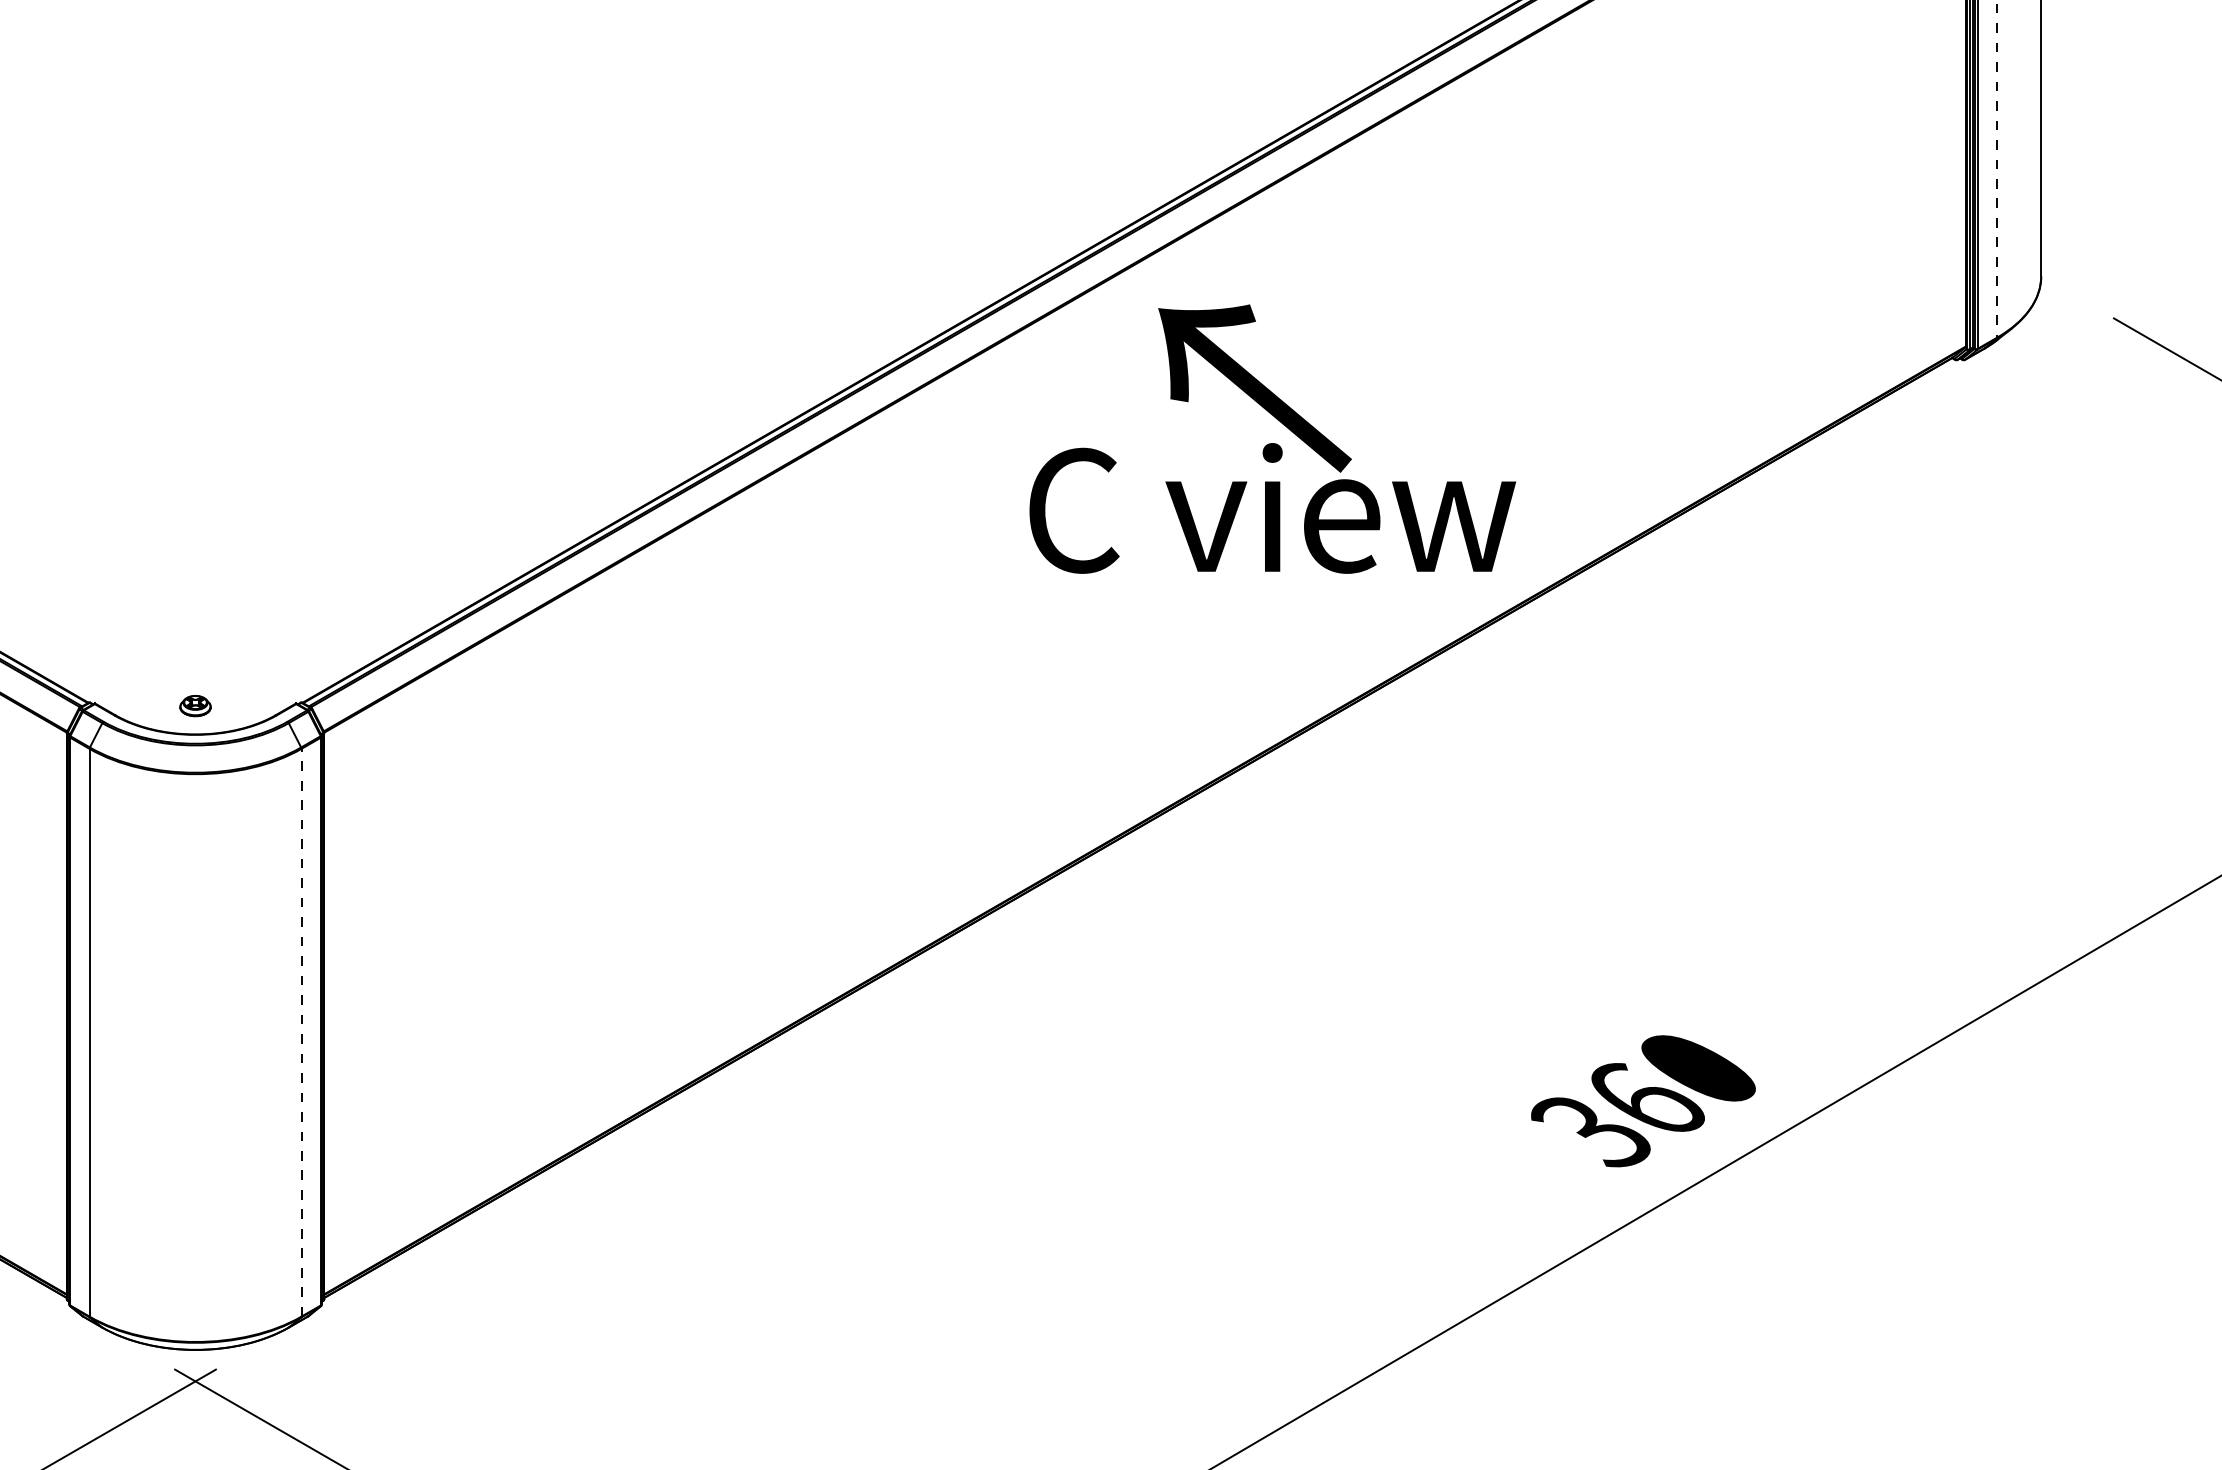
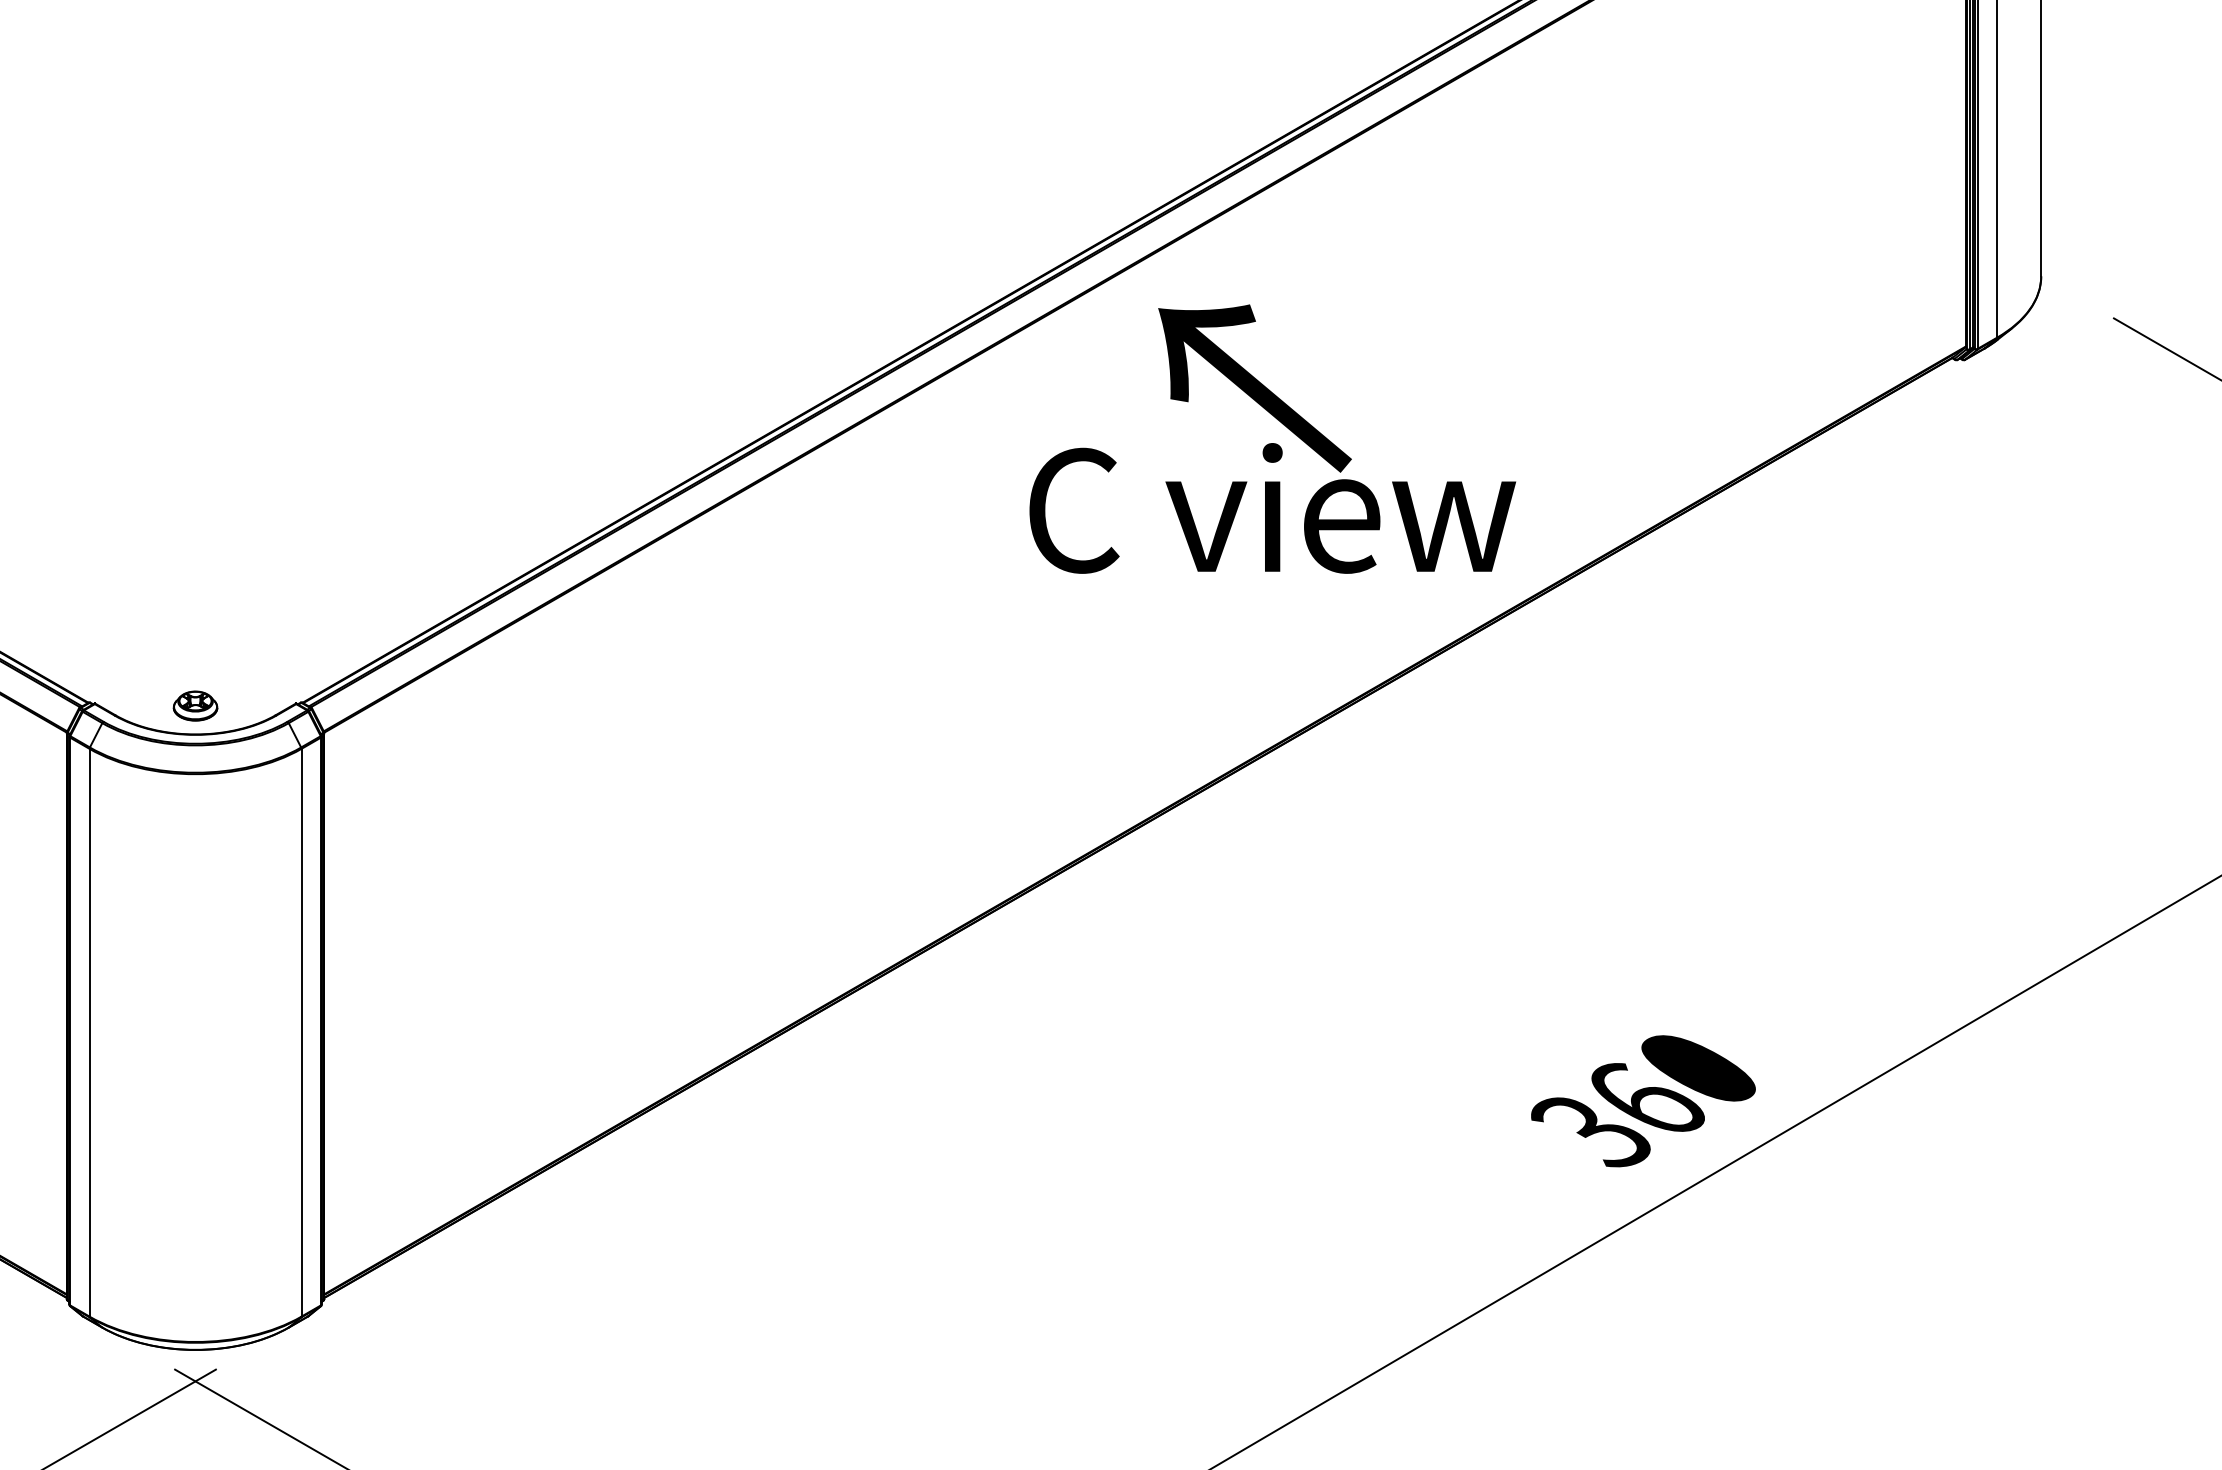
line at (1997, 169): dashed -> solid
part at (195, 706) size: 33x23 px -> 47x32 px
line at (301, 1032): dashed -> solid
